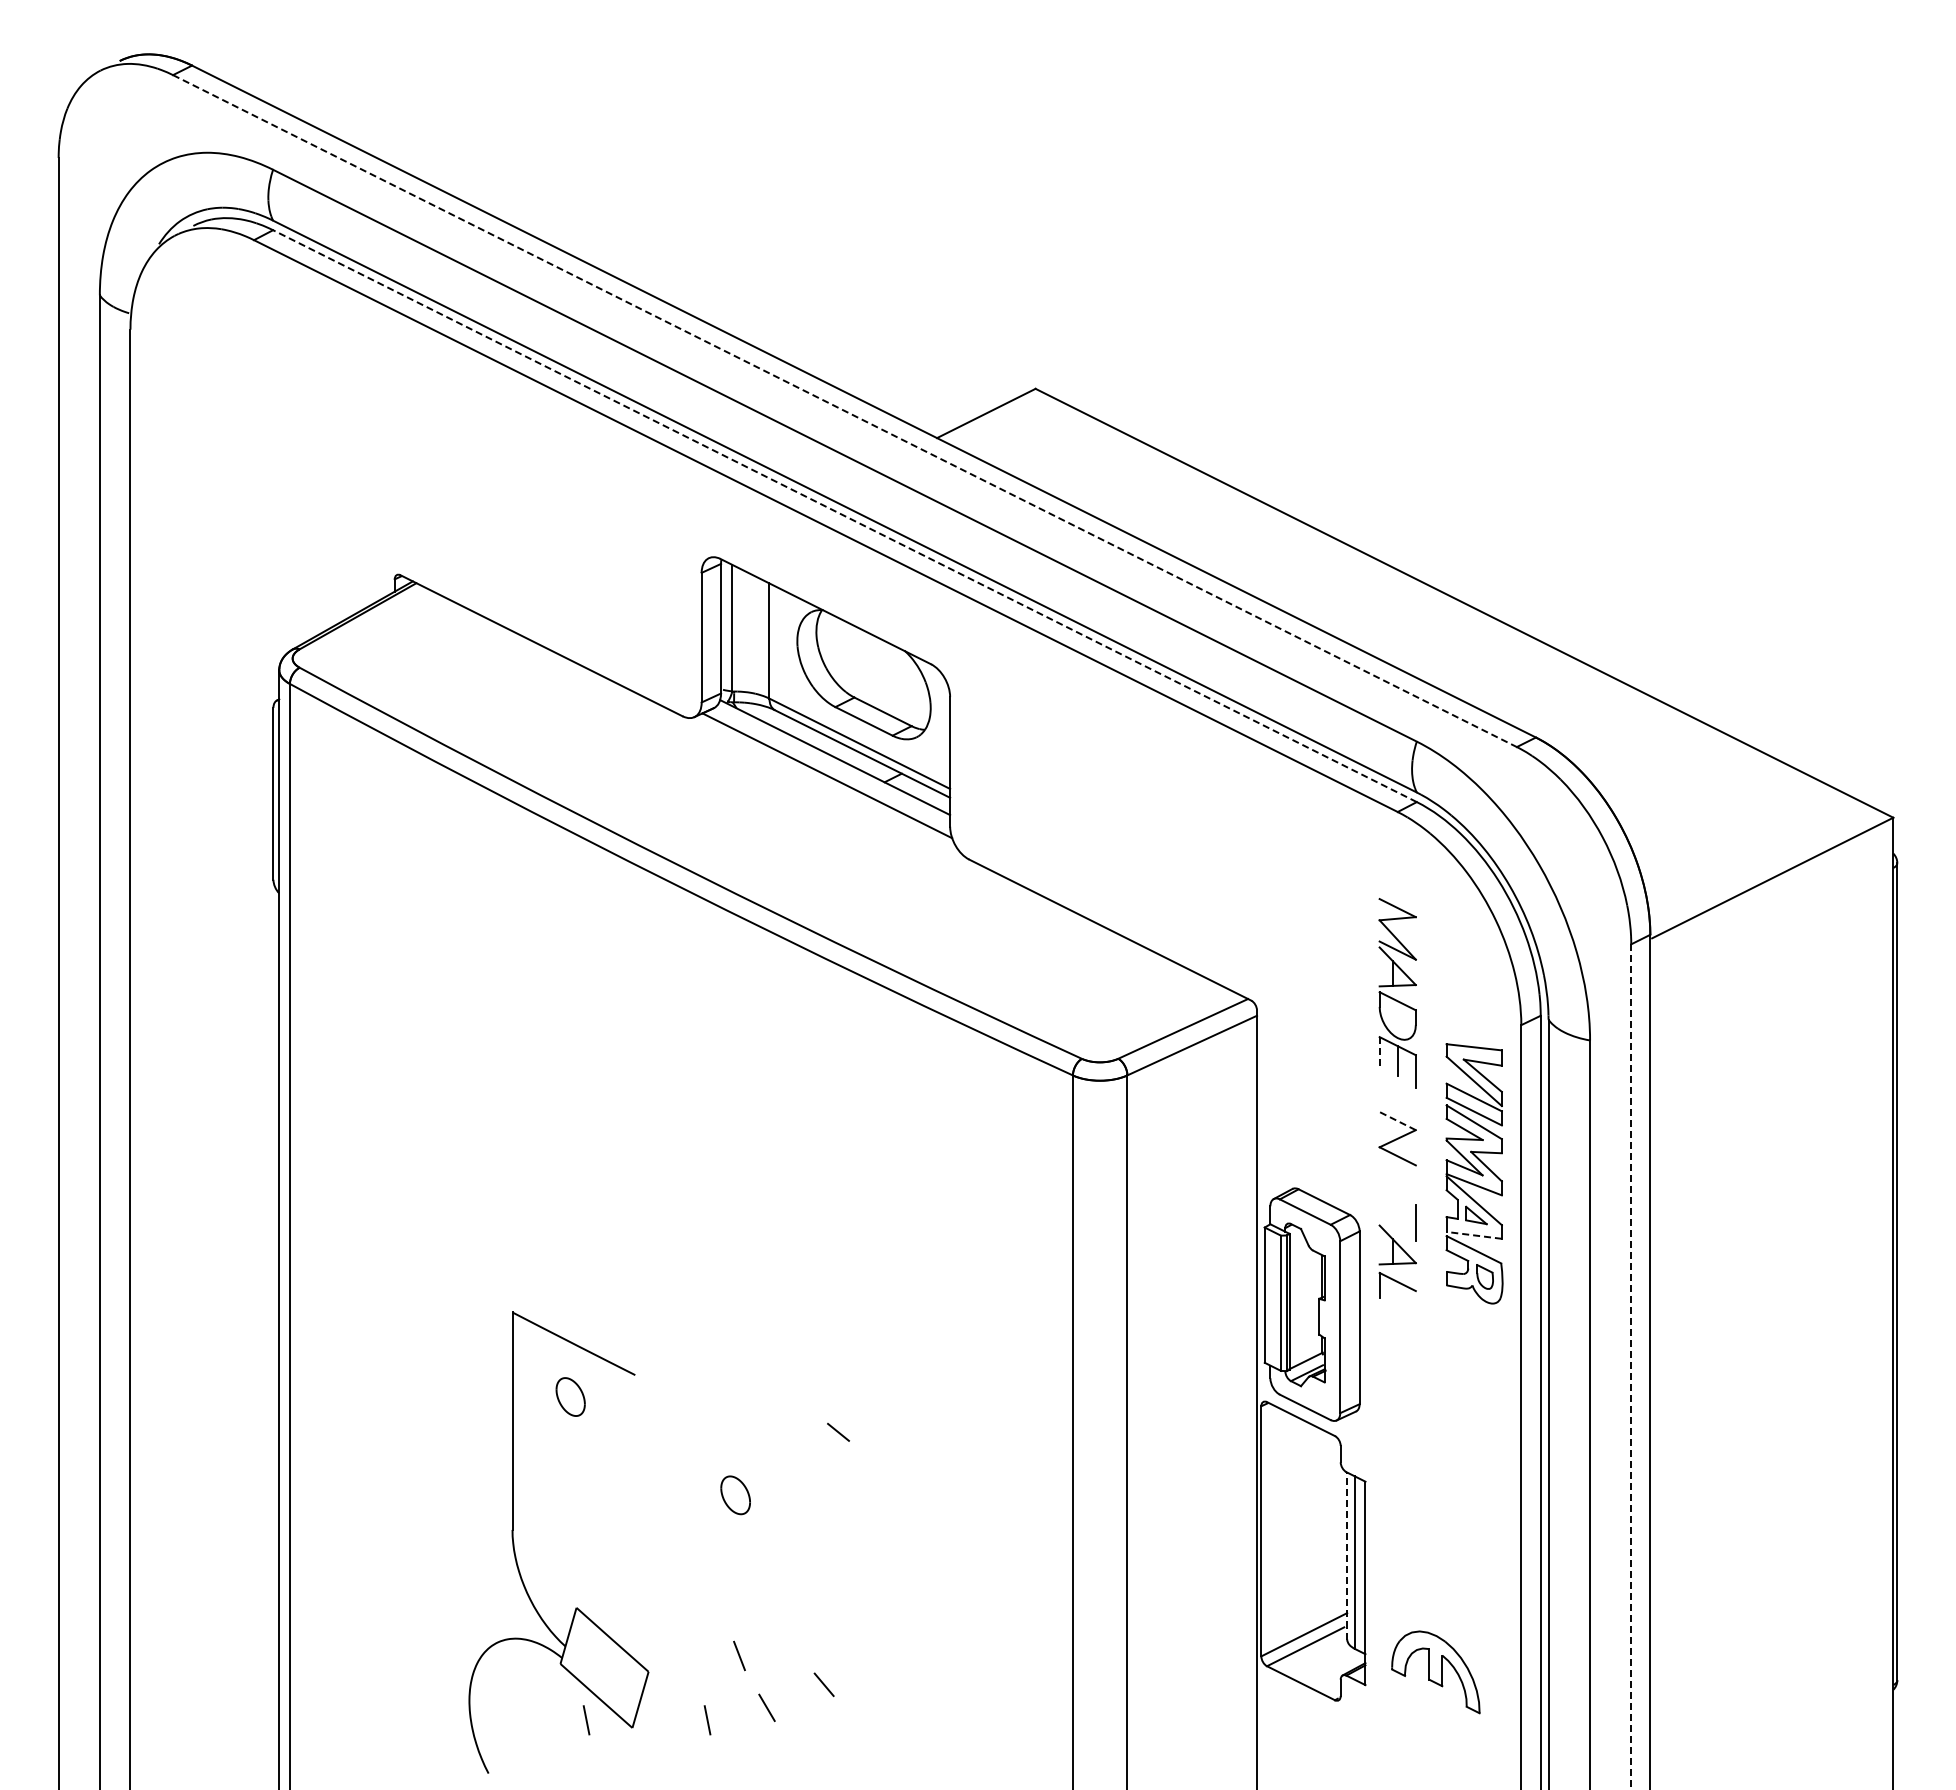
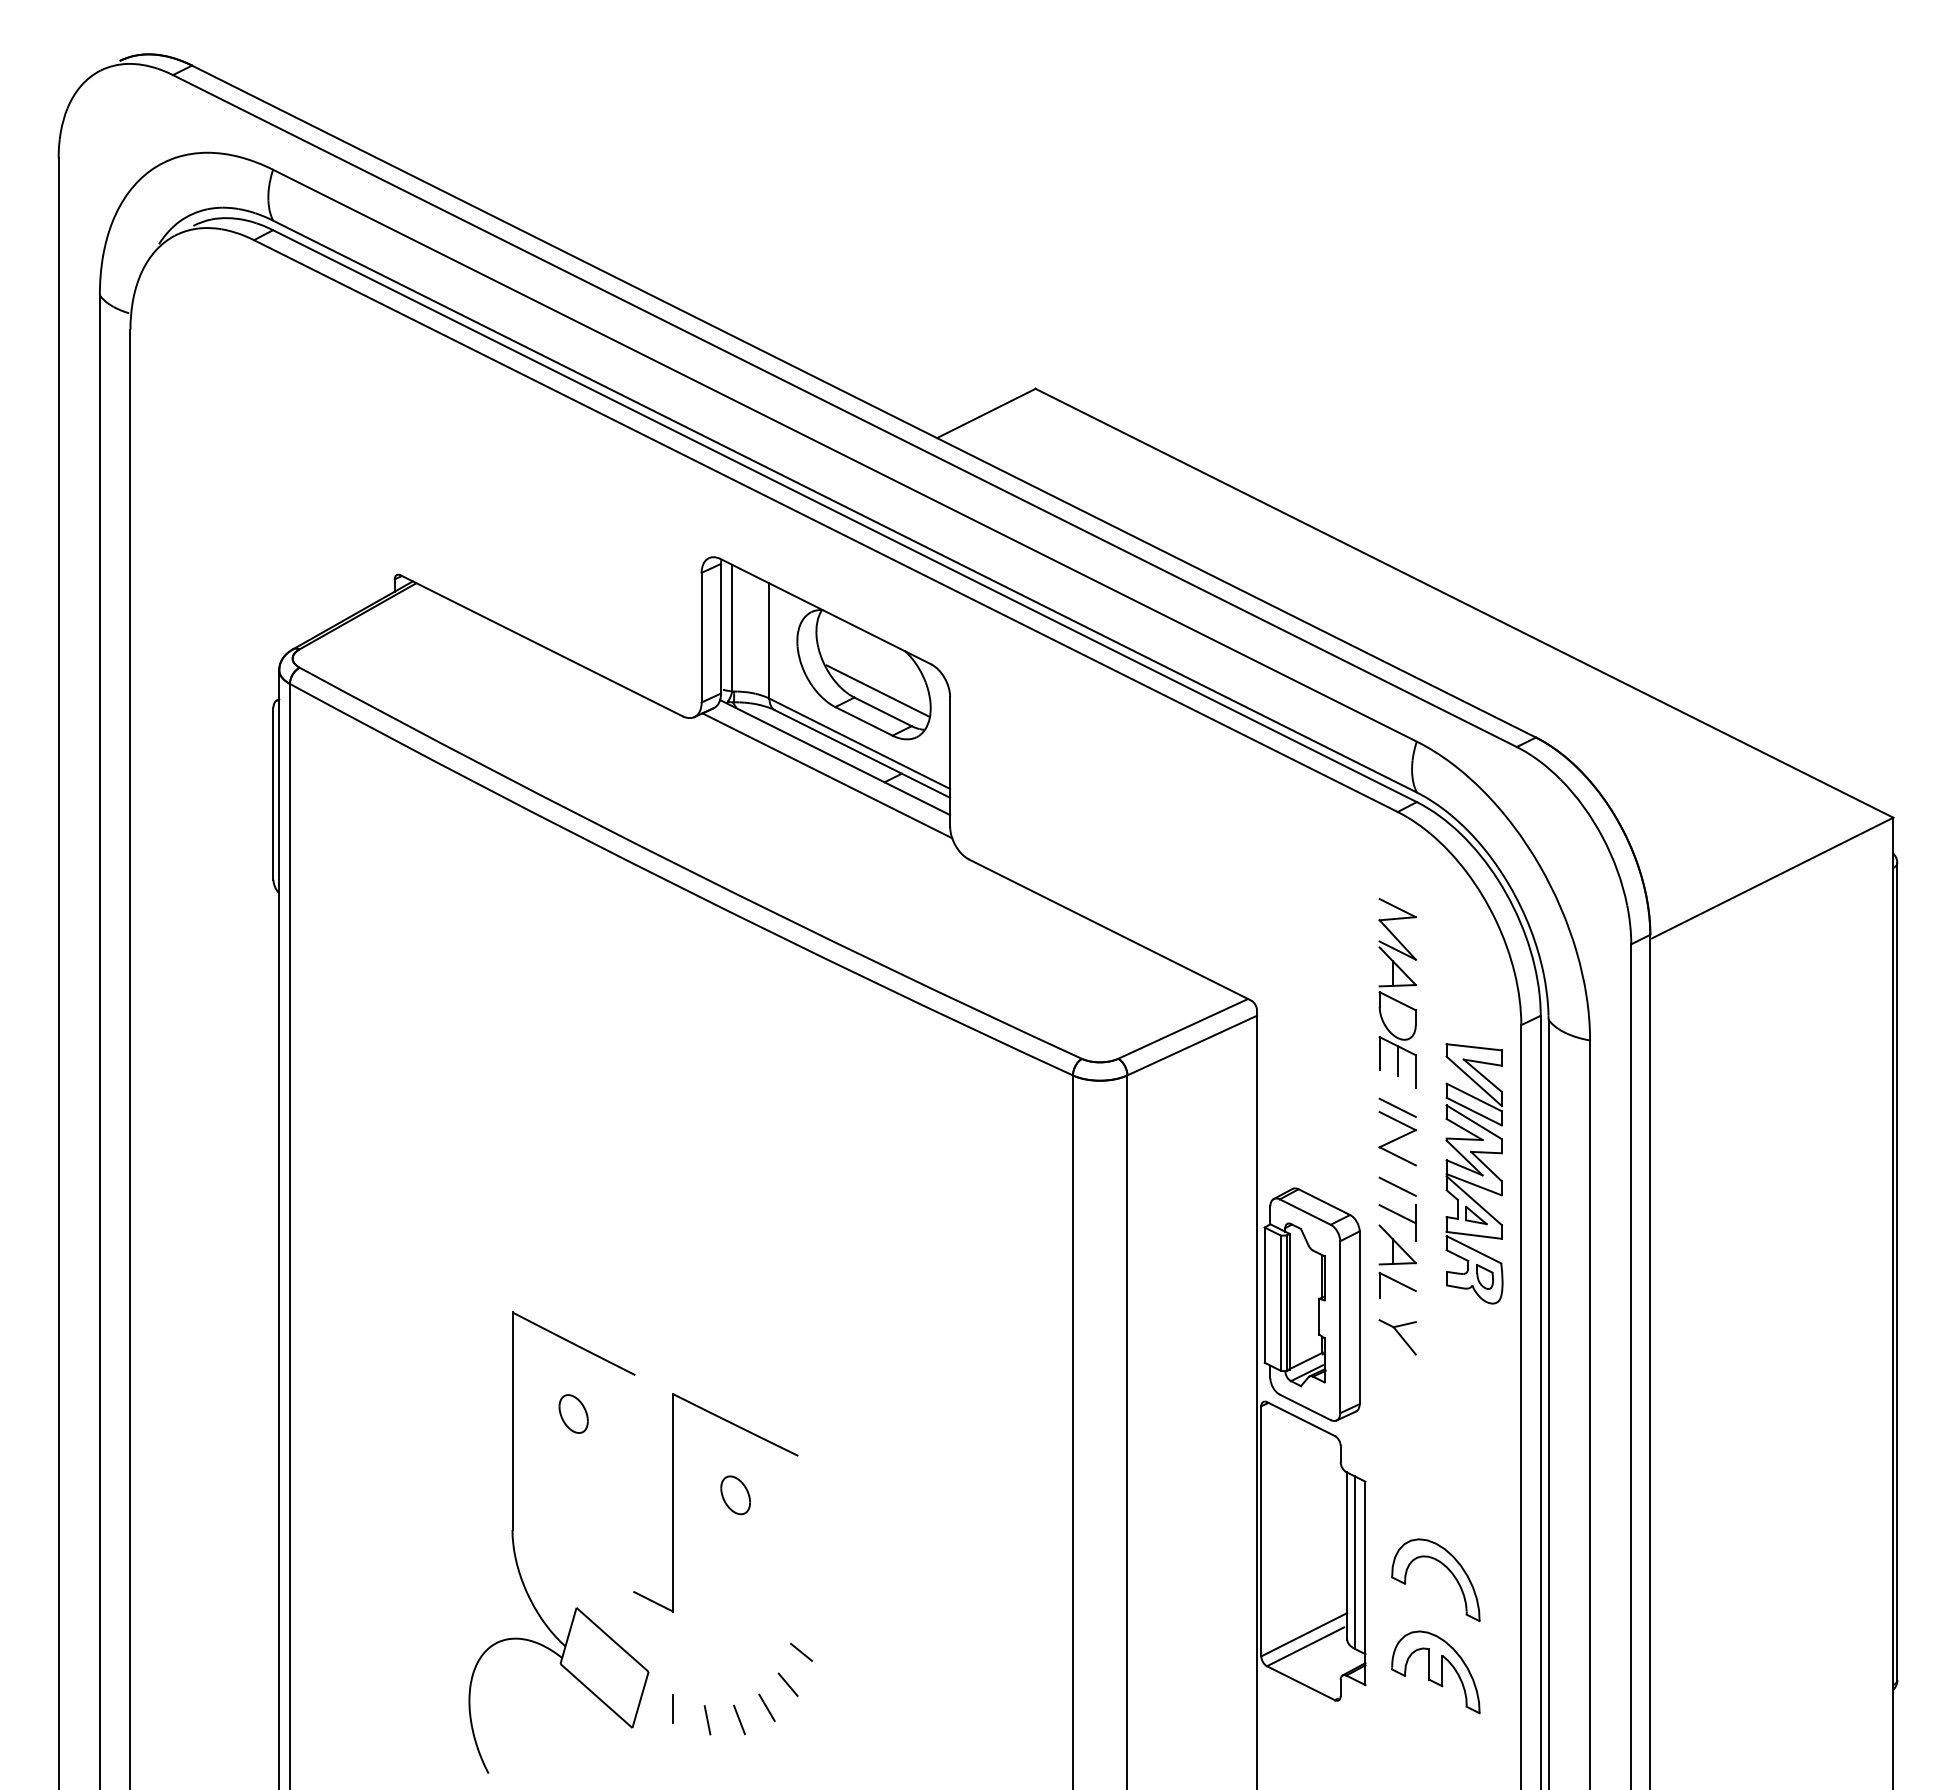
line at (845, 411): dashed -> solid
line at (844, 515): dashed -> solid
line at (877, 690): none -> present
line at (1379, 1053): dashed -> solid
line at (1397, 1107): none -> present
line at (1397, 1120): dashed -> solid
line at (1397, 1186): none -> present
line at (1397, 1214): none -> present
line at (1474, 1235): dashed -> solid
part at (1397, 1337): none -> present
line at (1631, 1367): dashed -> solid
part at (570, 1396) position: (570, 1396) -> (573, 1413)
line at (838, 1432) position: (838, 1432) -> (801, 1652)
part at (673, 1502): none -> present
line at (1347, 1555): dashed -> solid
part at (1446, 1568): none -> present
line at (739, 1655) position: (739, 1655) -> (739, 1719)
line at (823, 1684) position: (823, 1684) -> (787, 1684)
line at (673, 1708): none -> present
line at (586, 1720): present -> none
